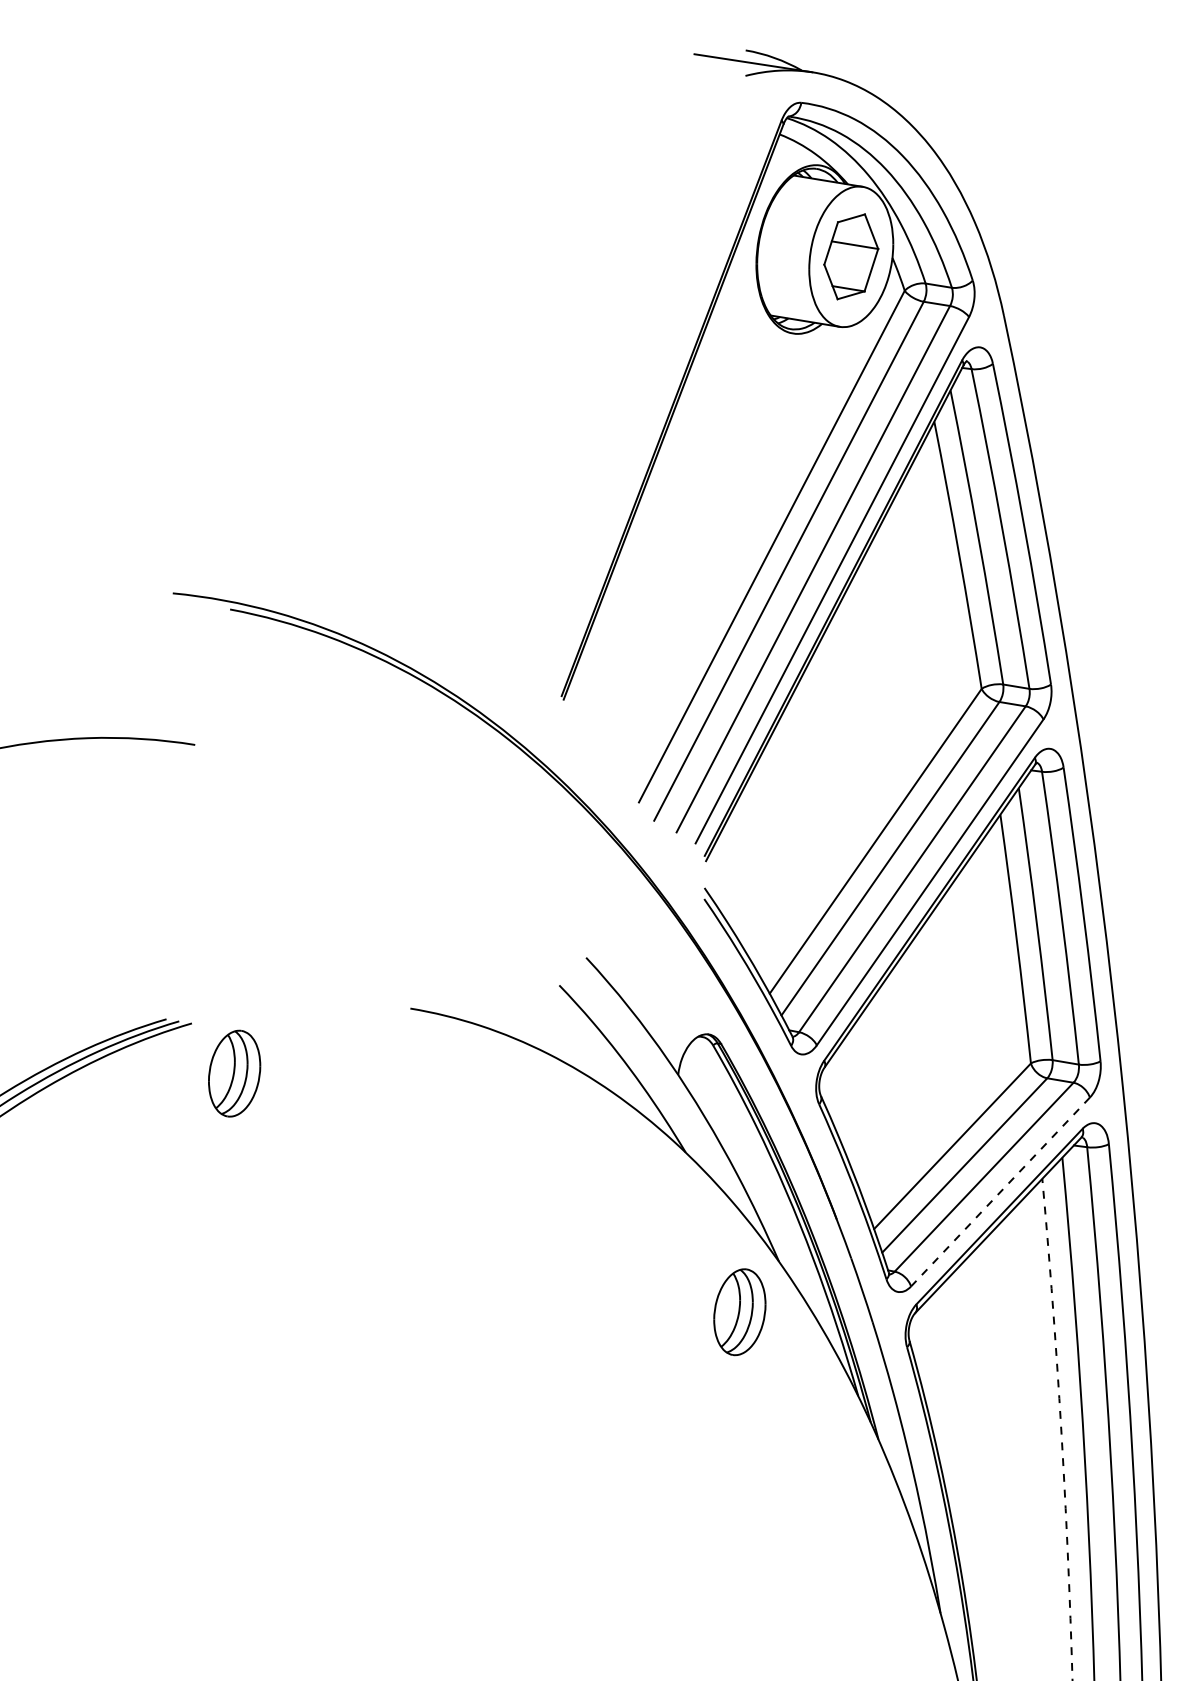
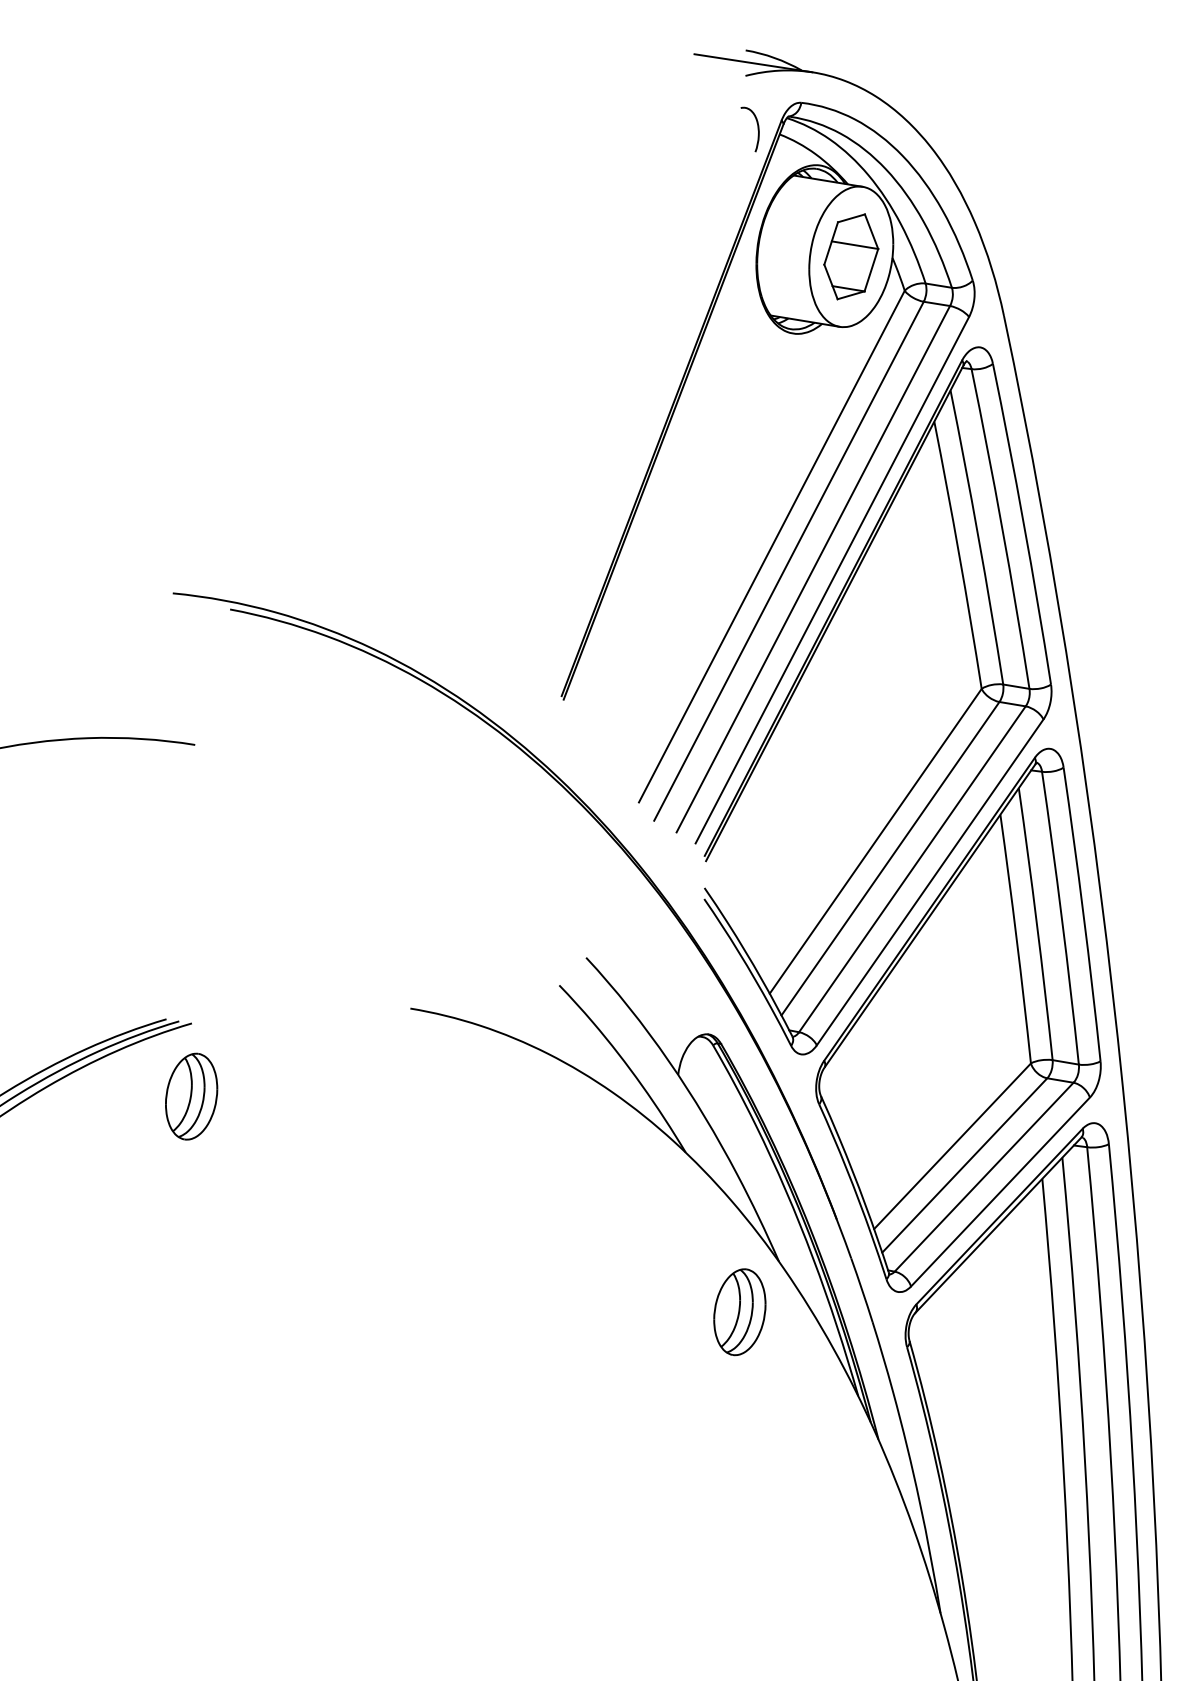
curve at (757, 129): none -> present
part at (234, 1073) position: (234, 1073) -> (191, 1096)
line at (1000, 1192): dashed -> solid
arc at (1061, 1429): dashed -> solid
